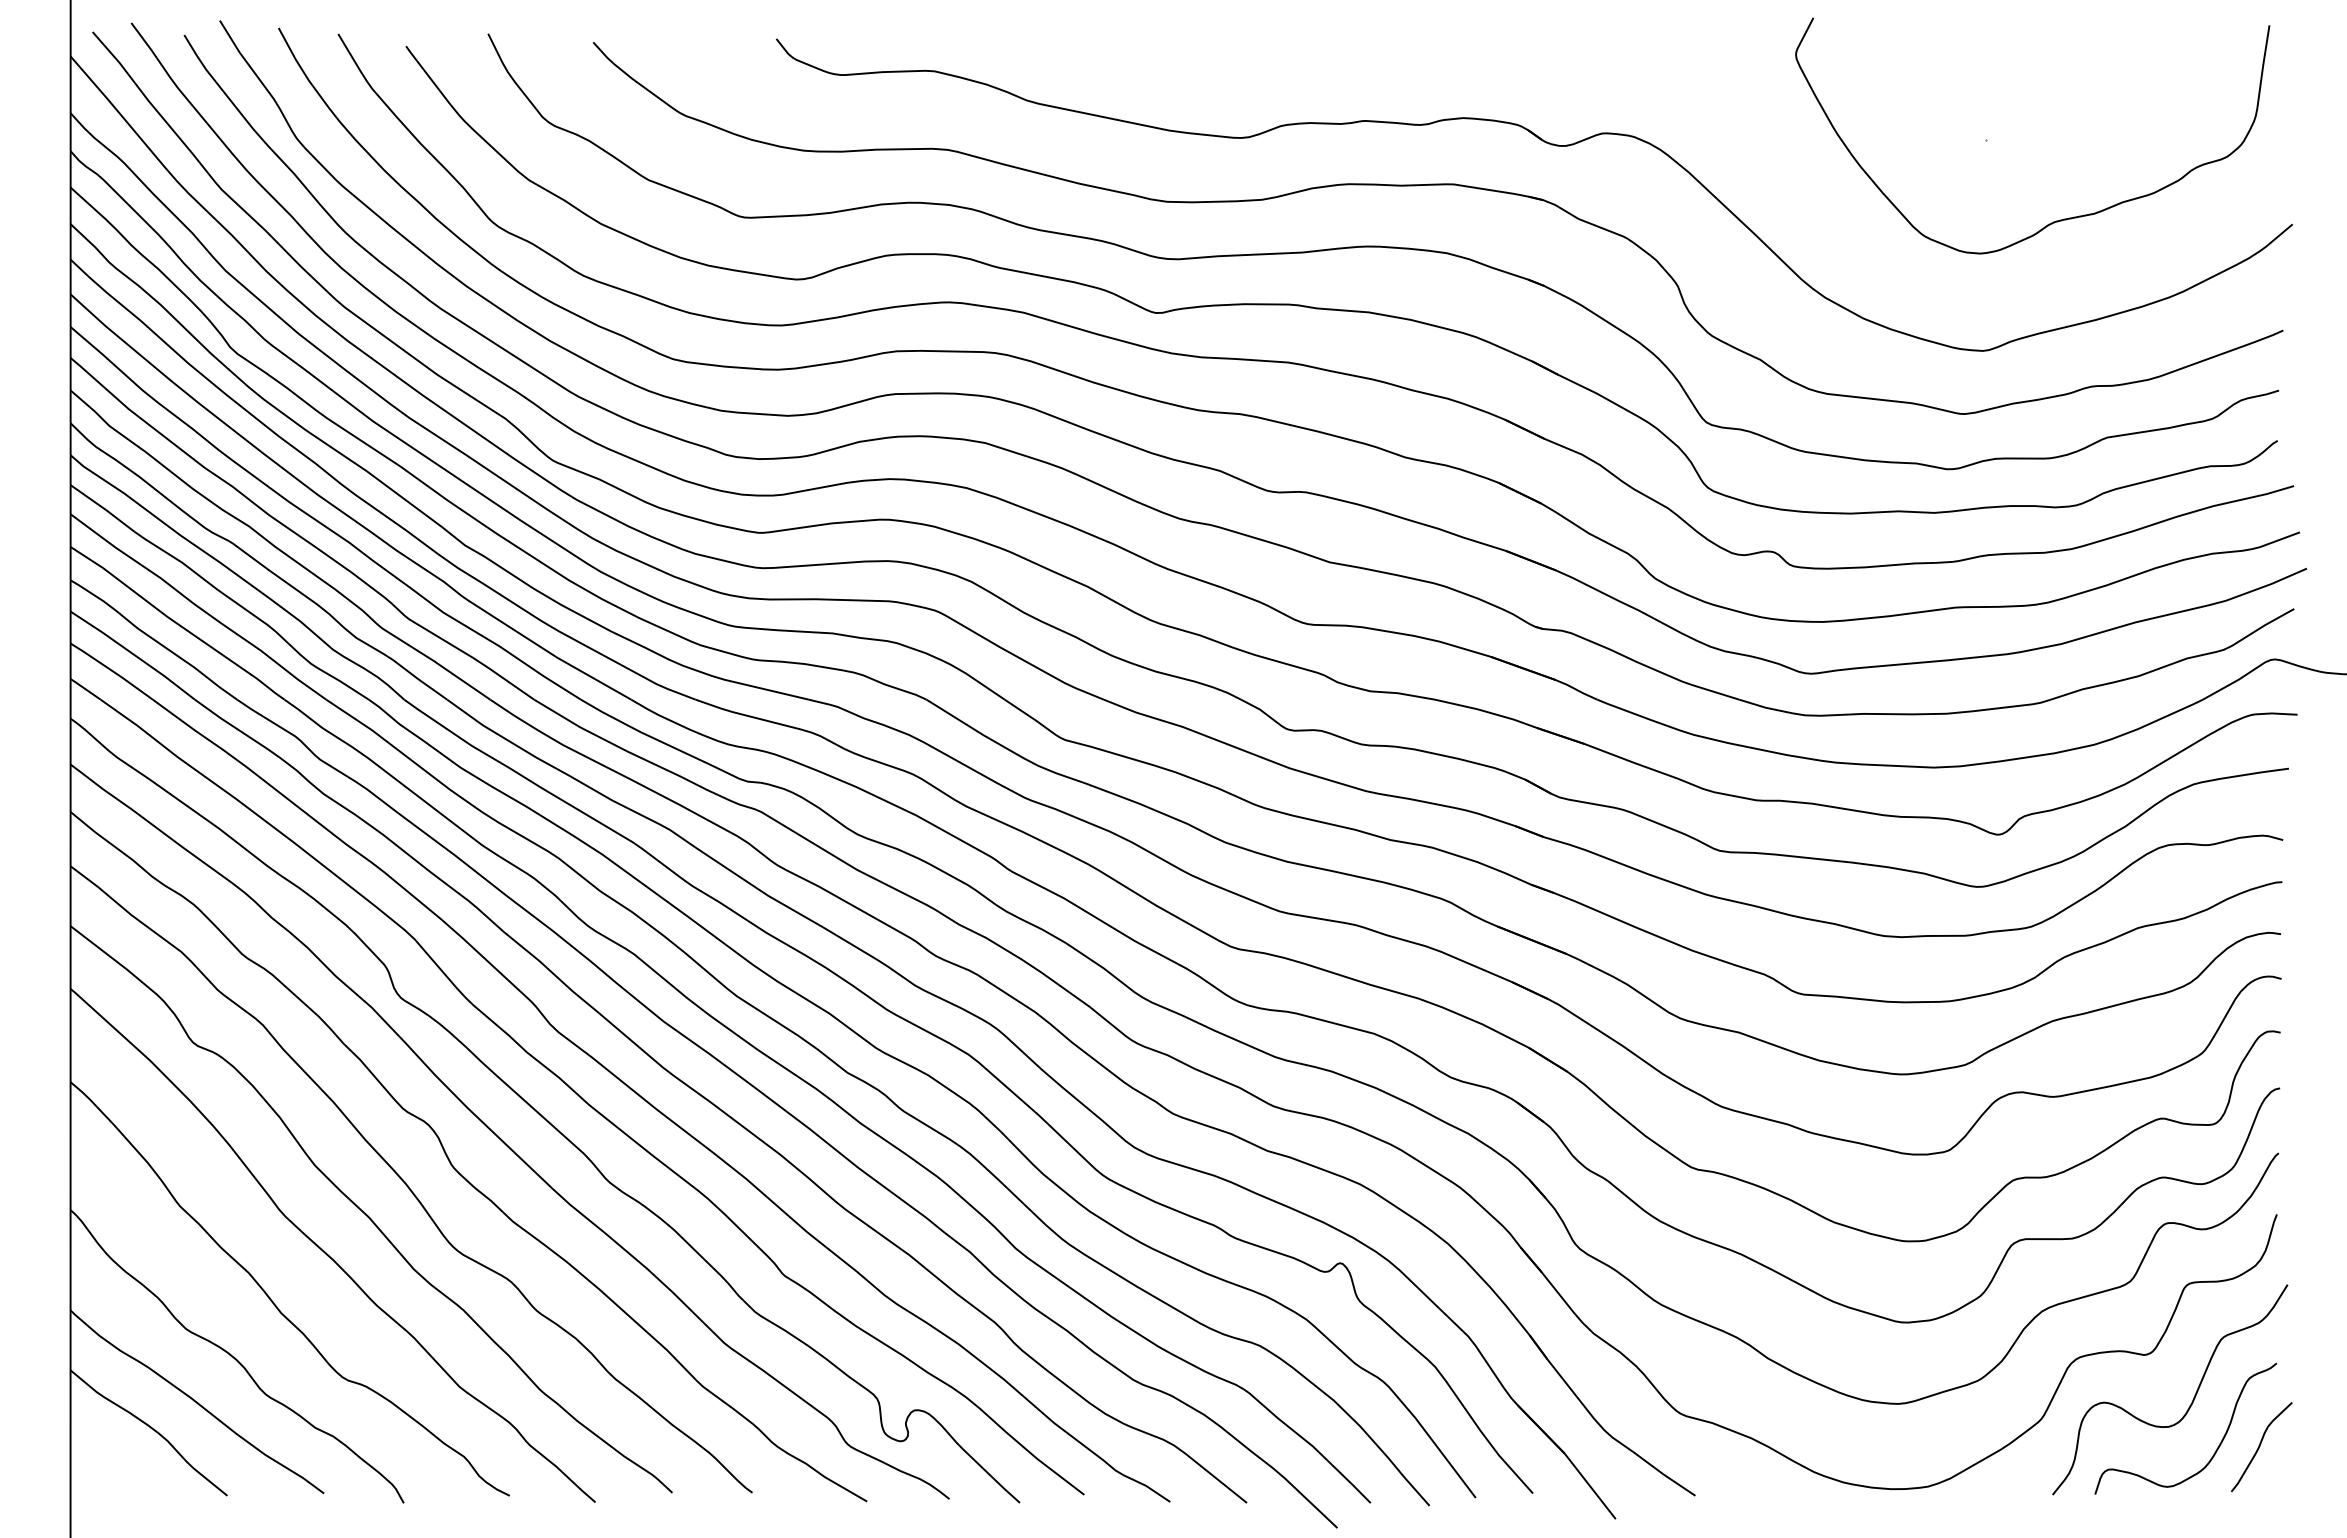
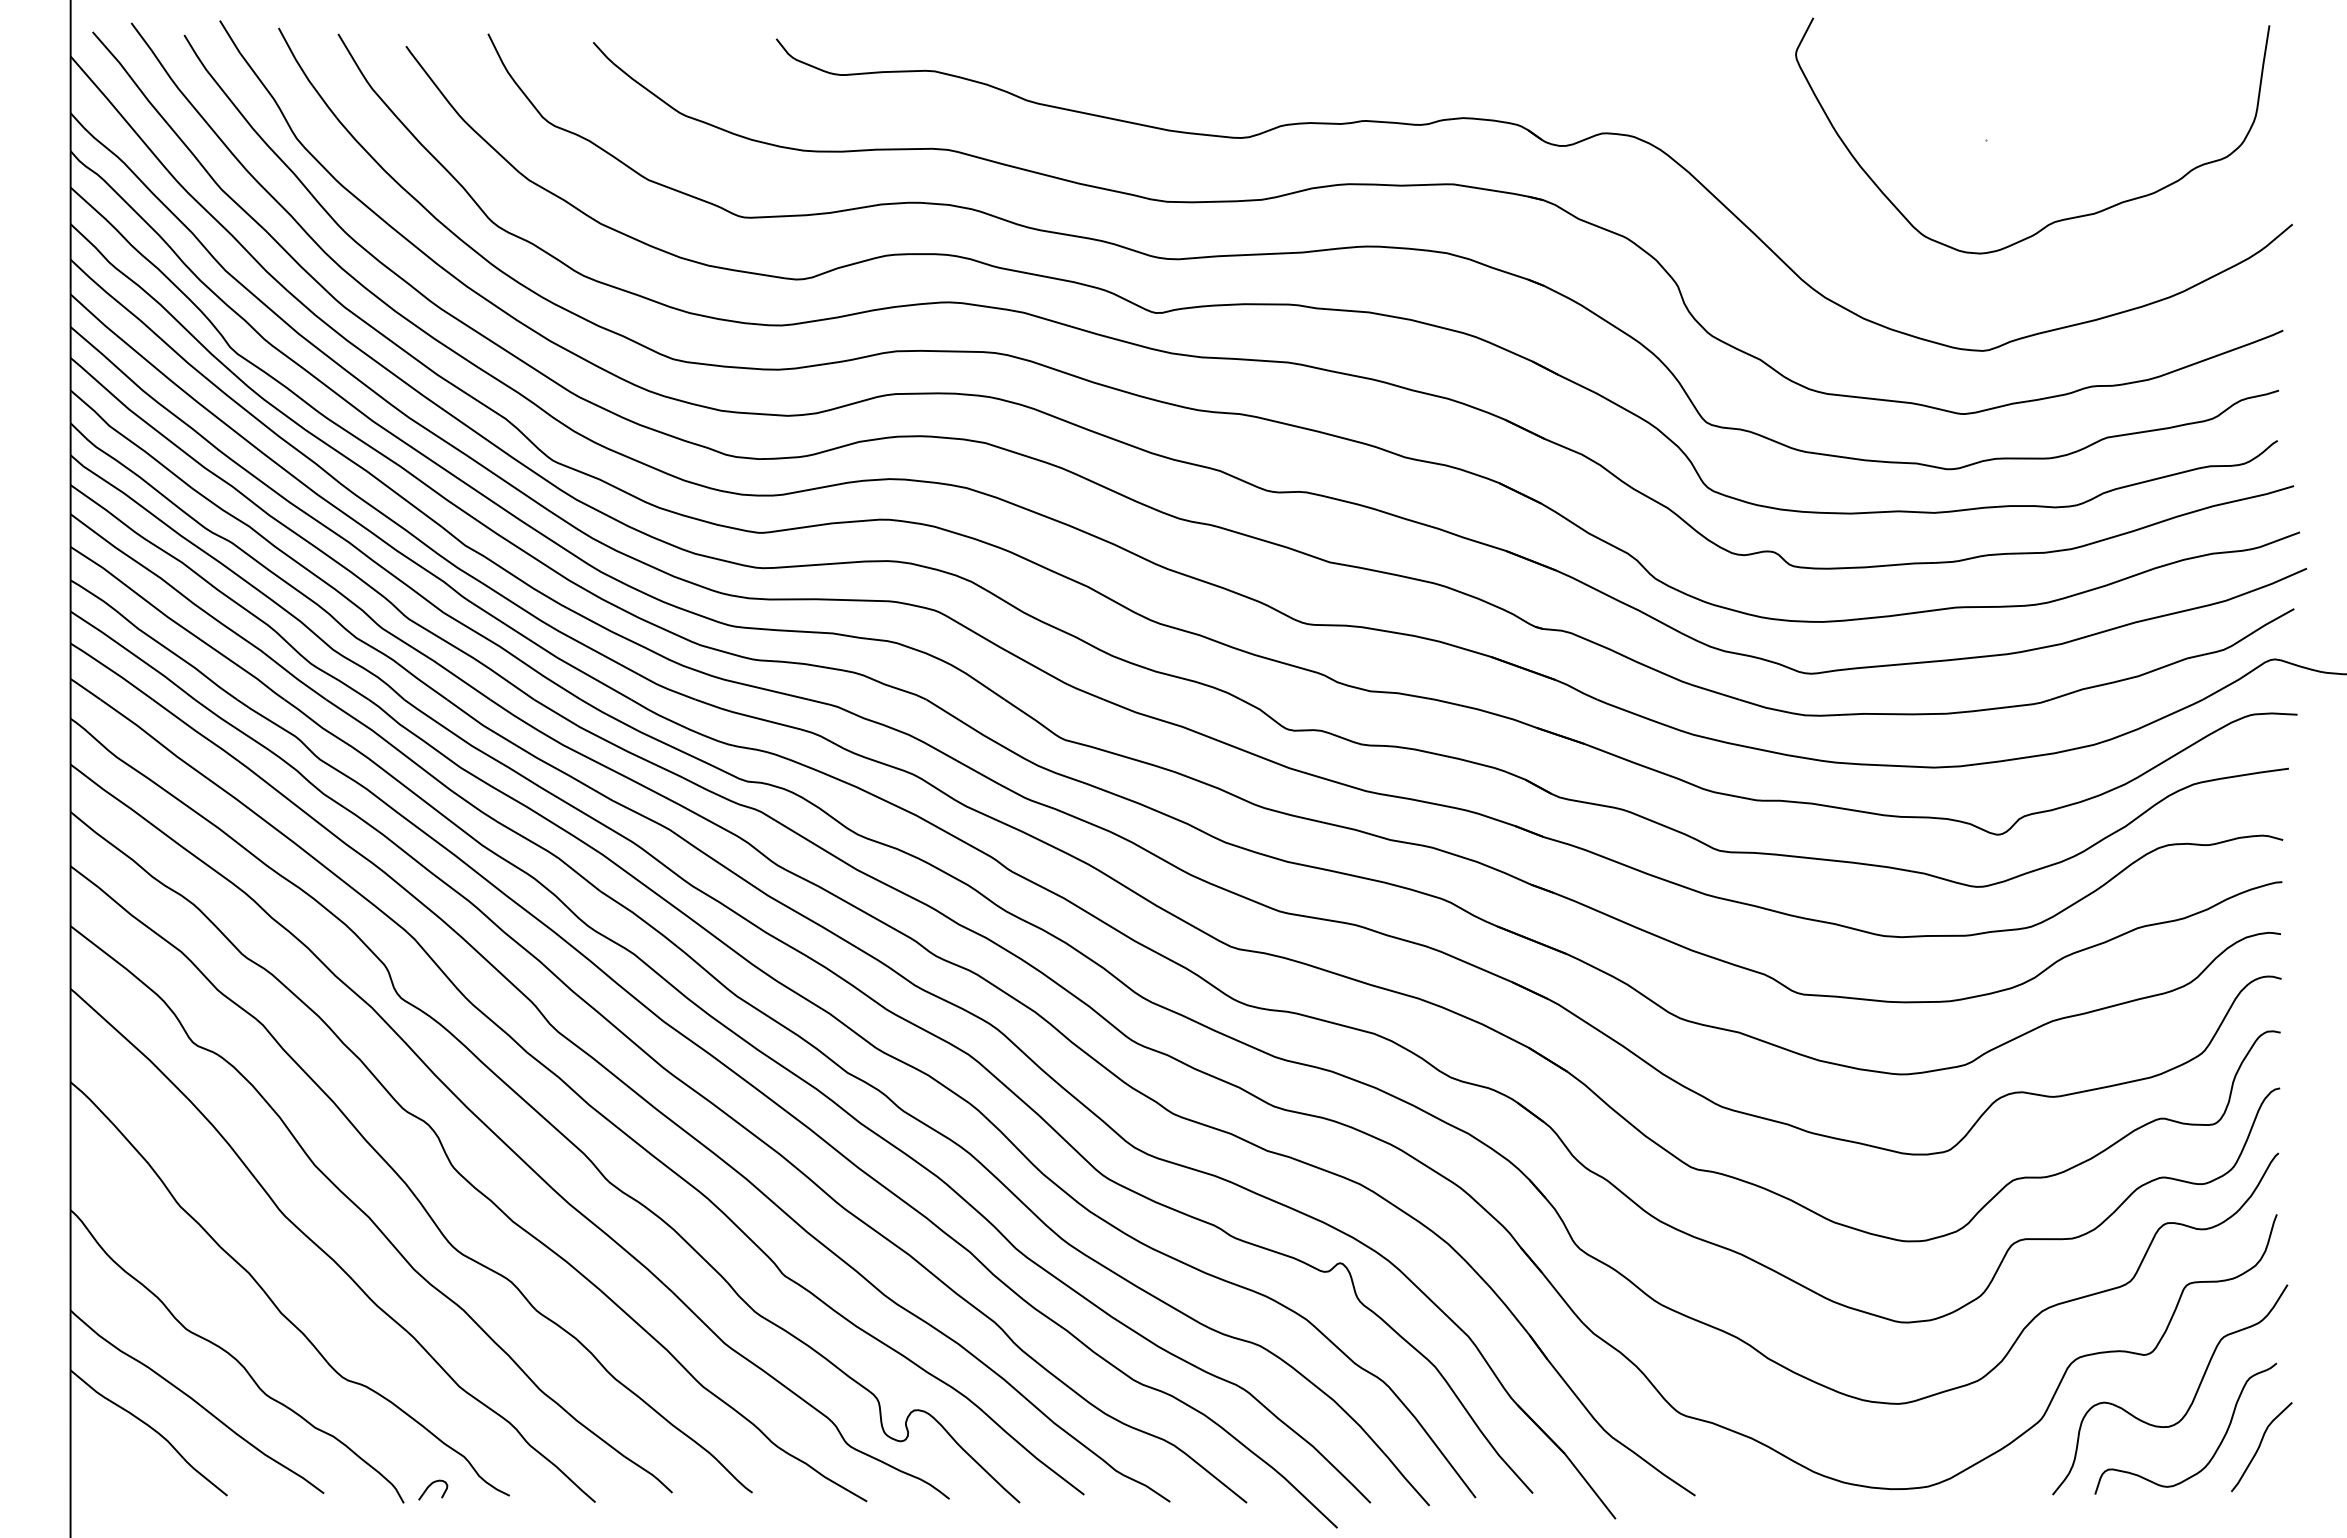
curve at (430, 1486): none -> present
